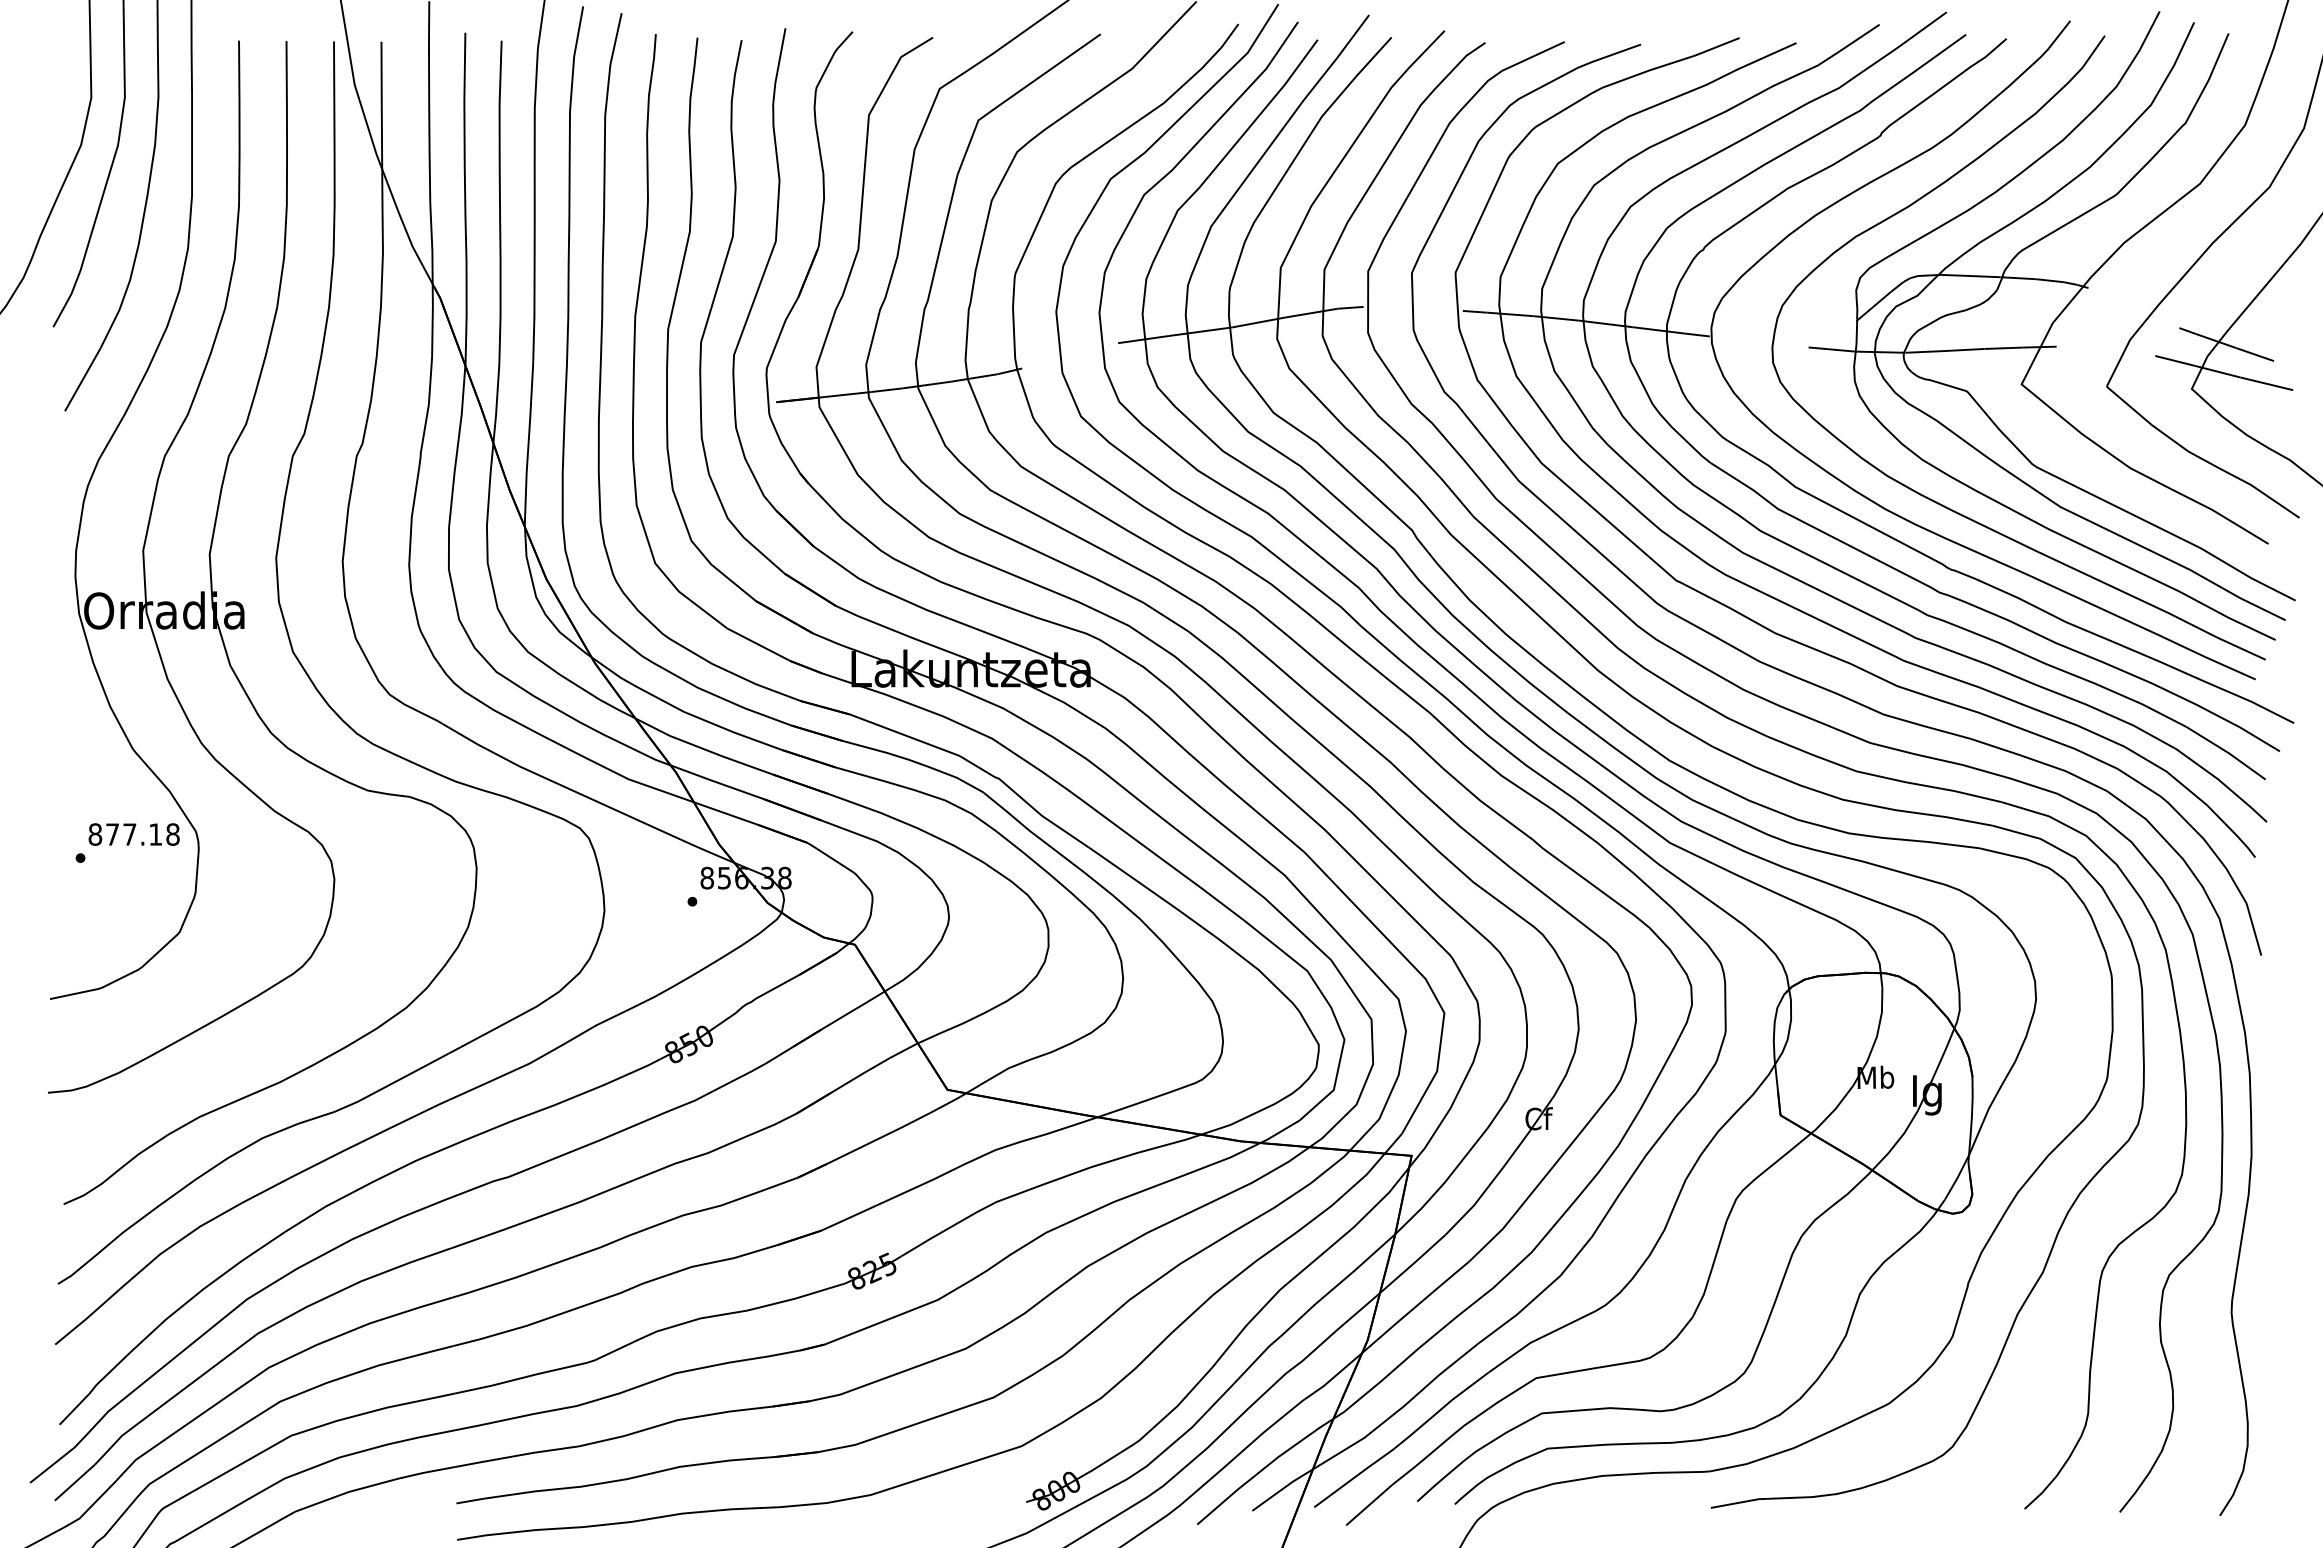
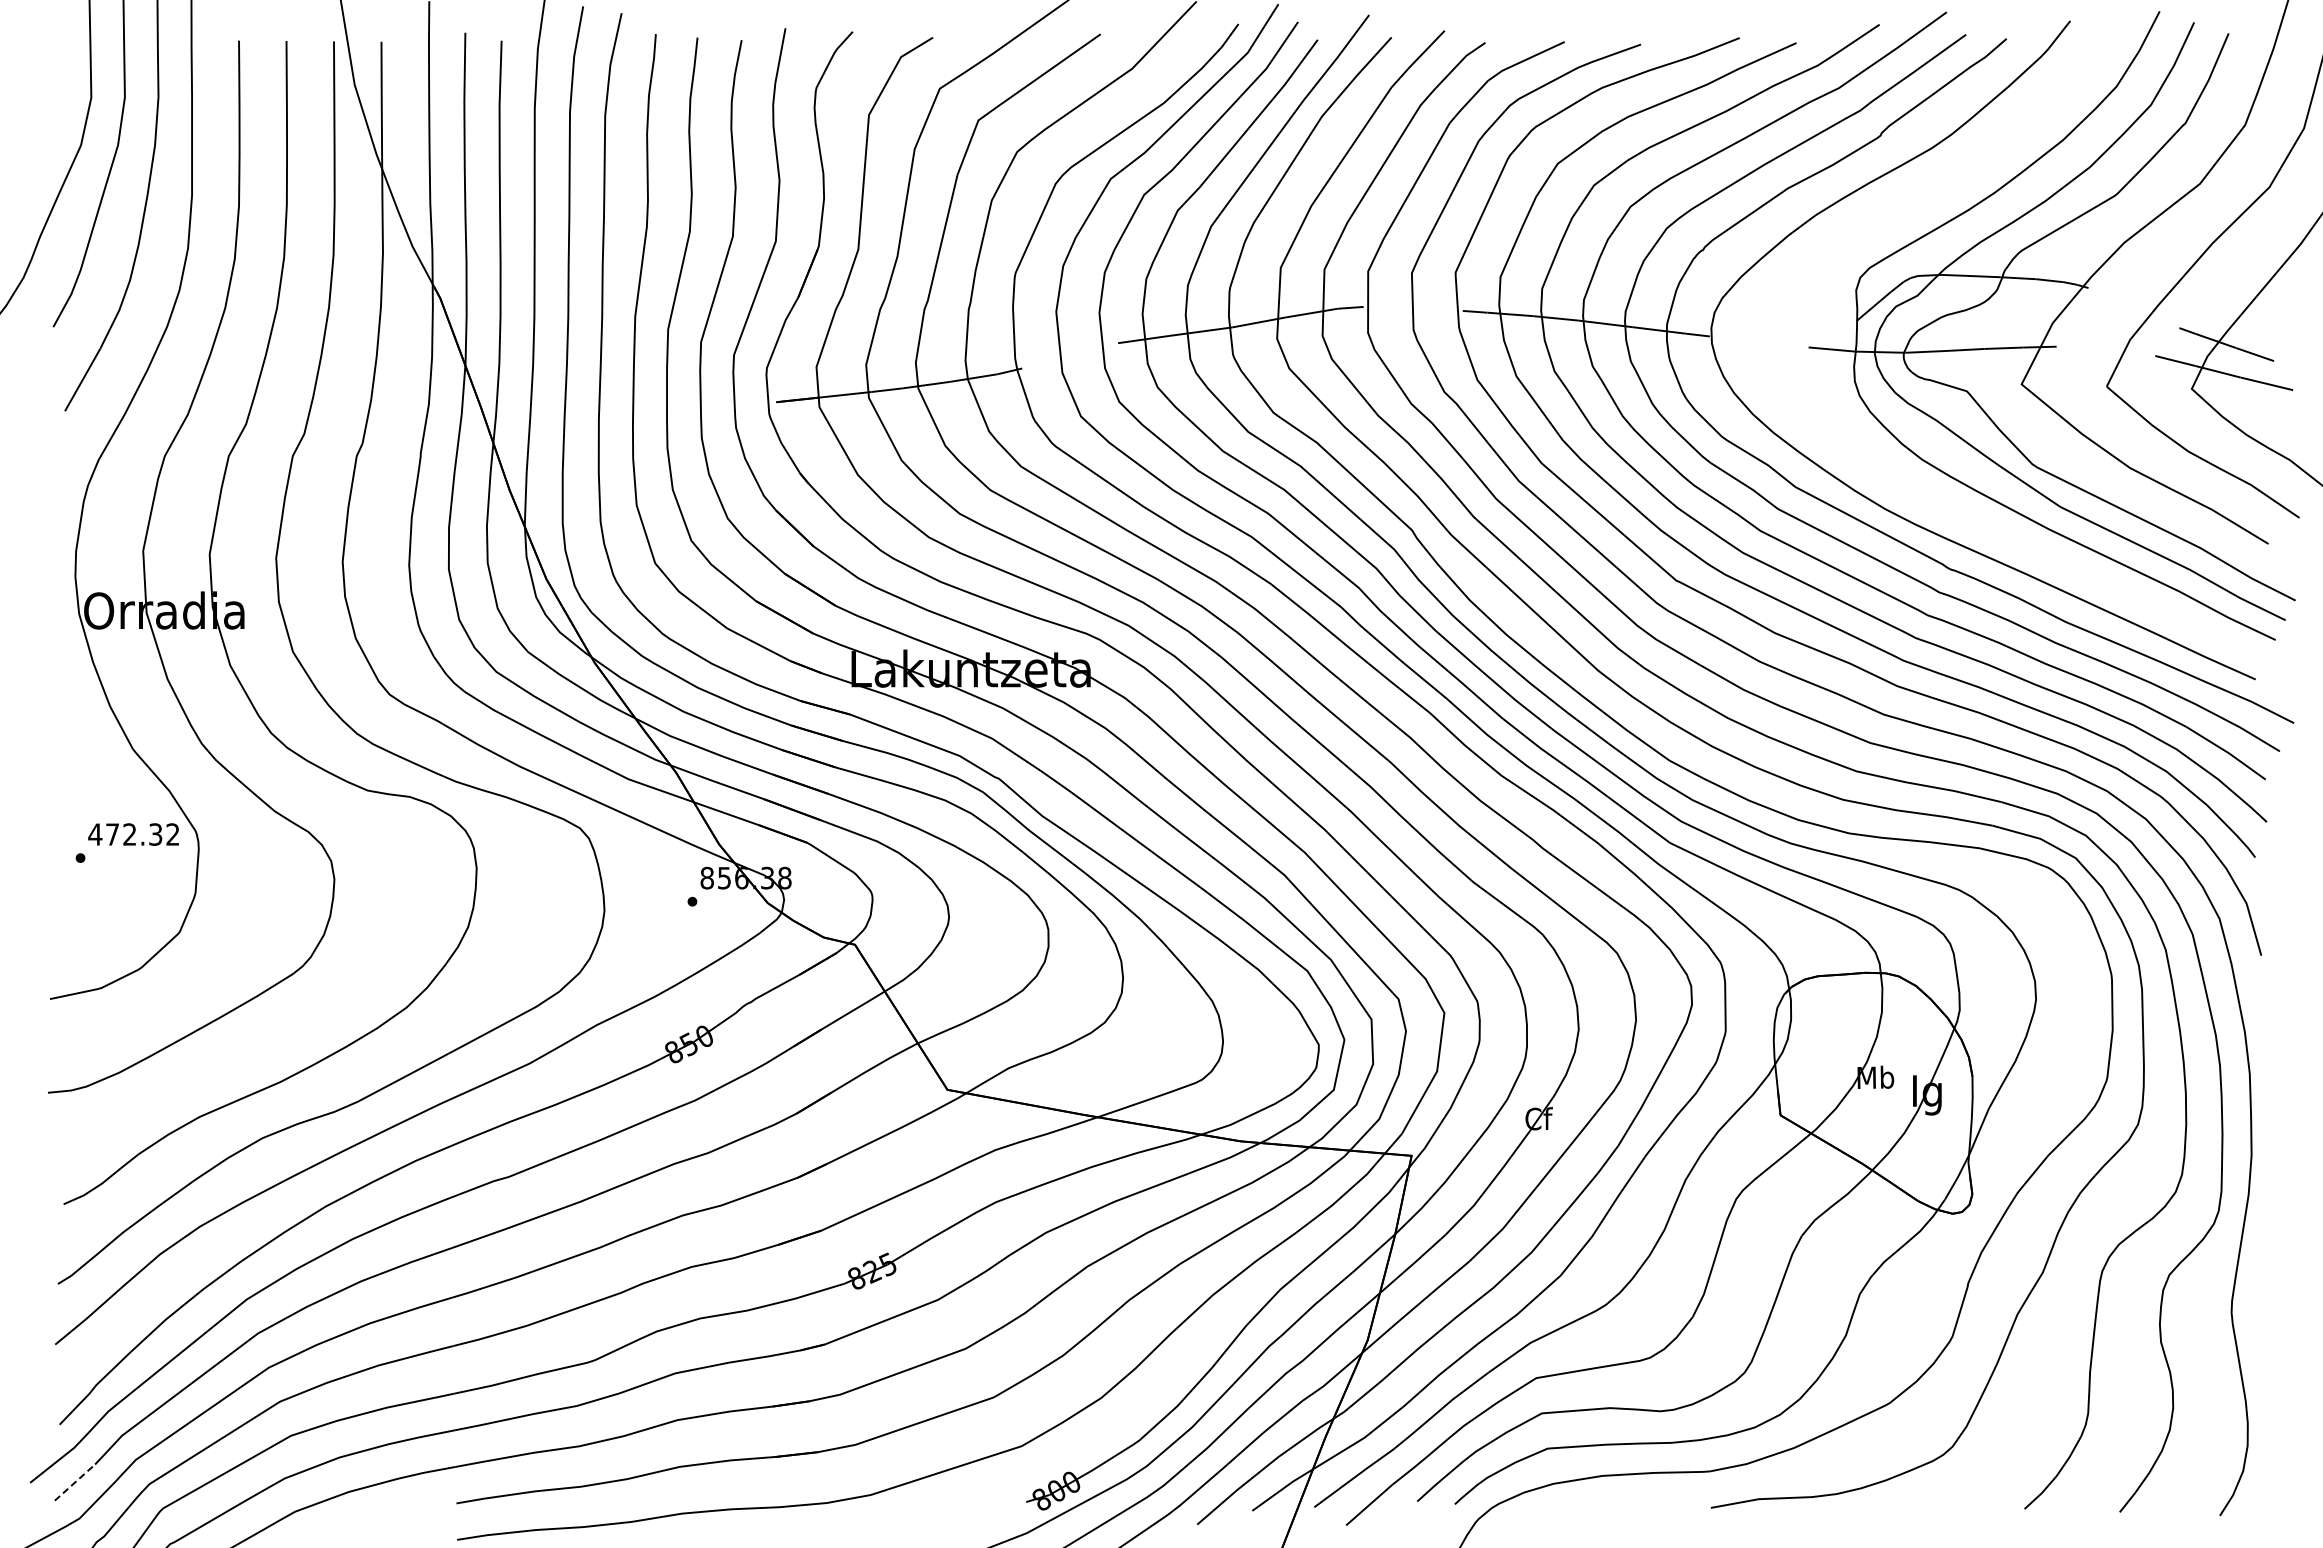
part at (1940, 503): present -> none
text at (133, 834): 877.18 -> 472.32
line at (75, 1482): solid -> dashed
